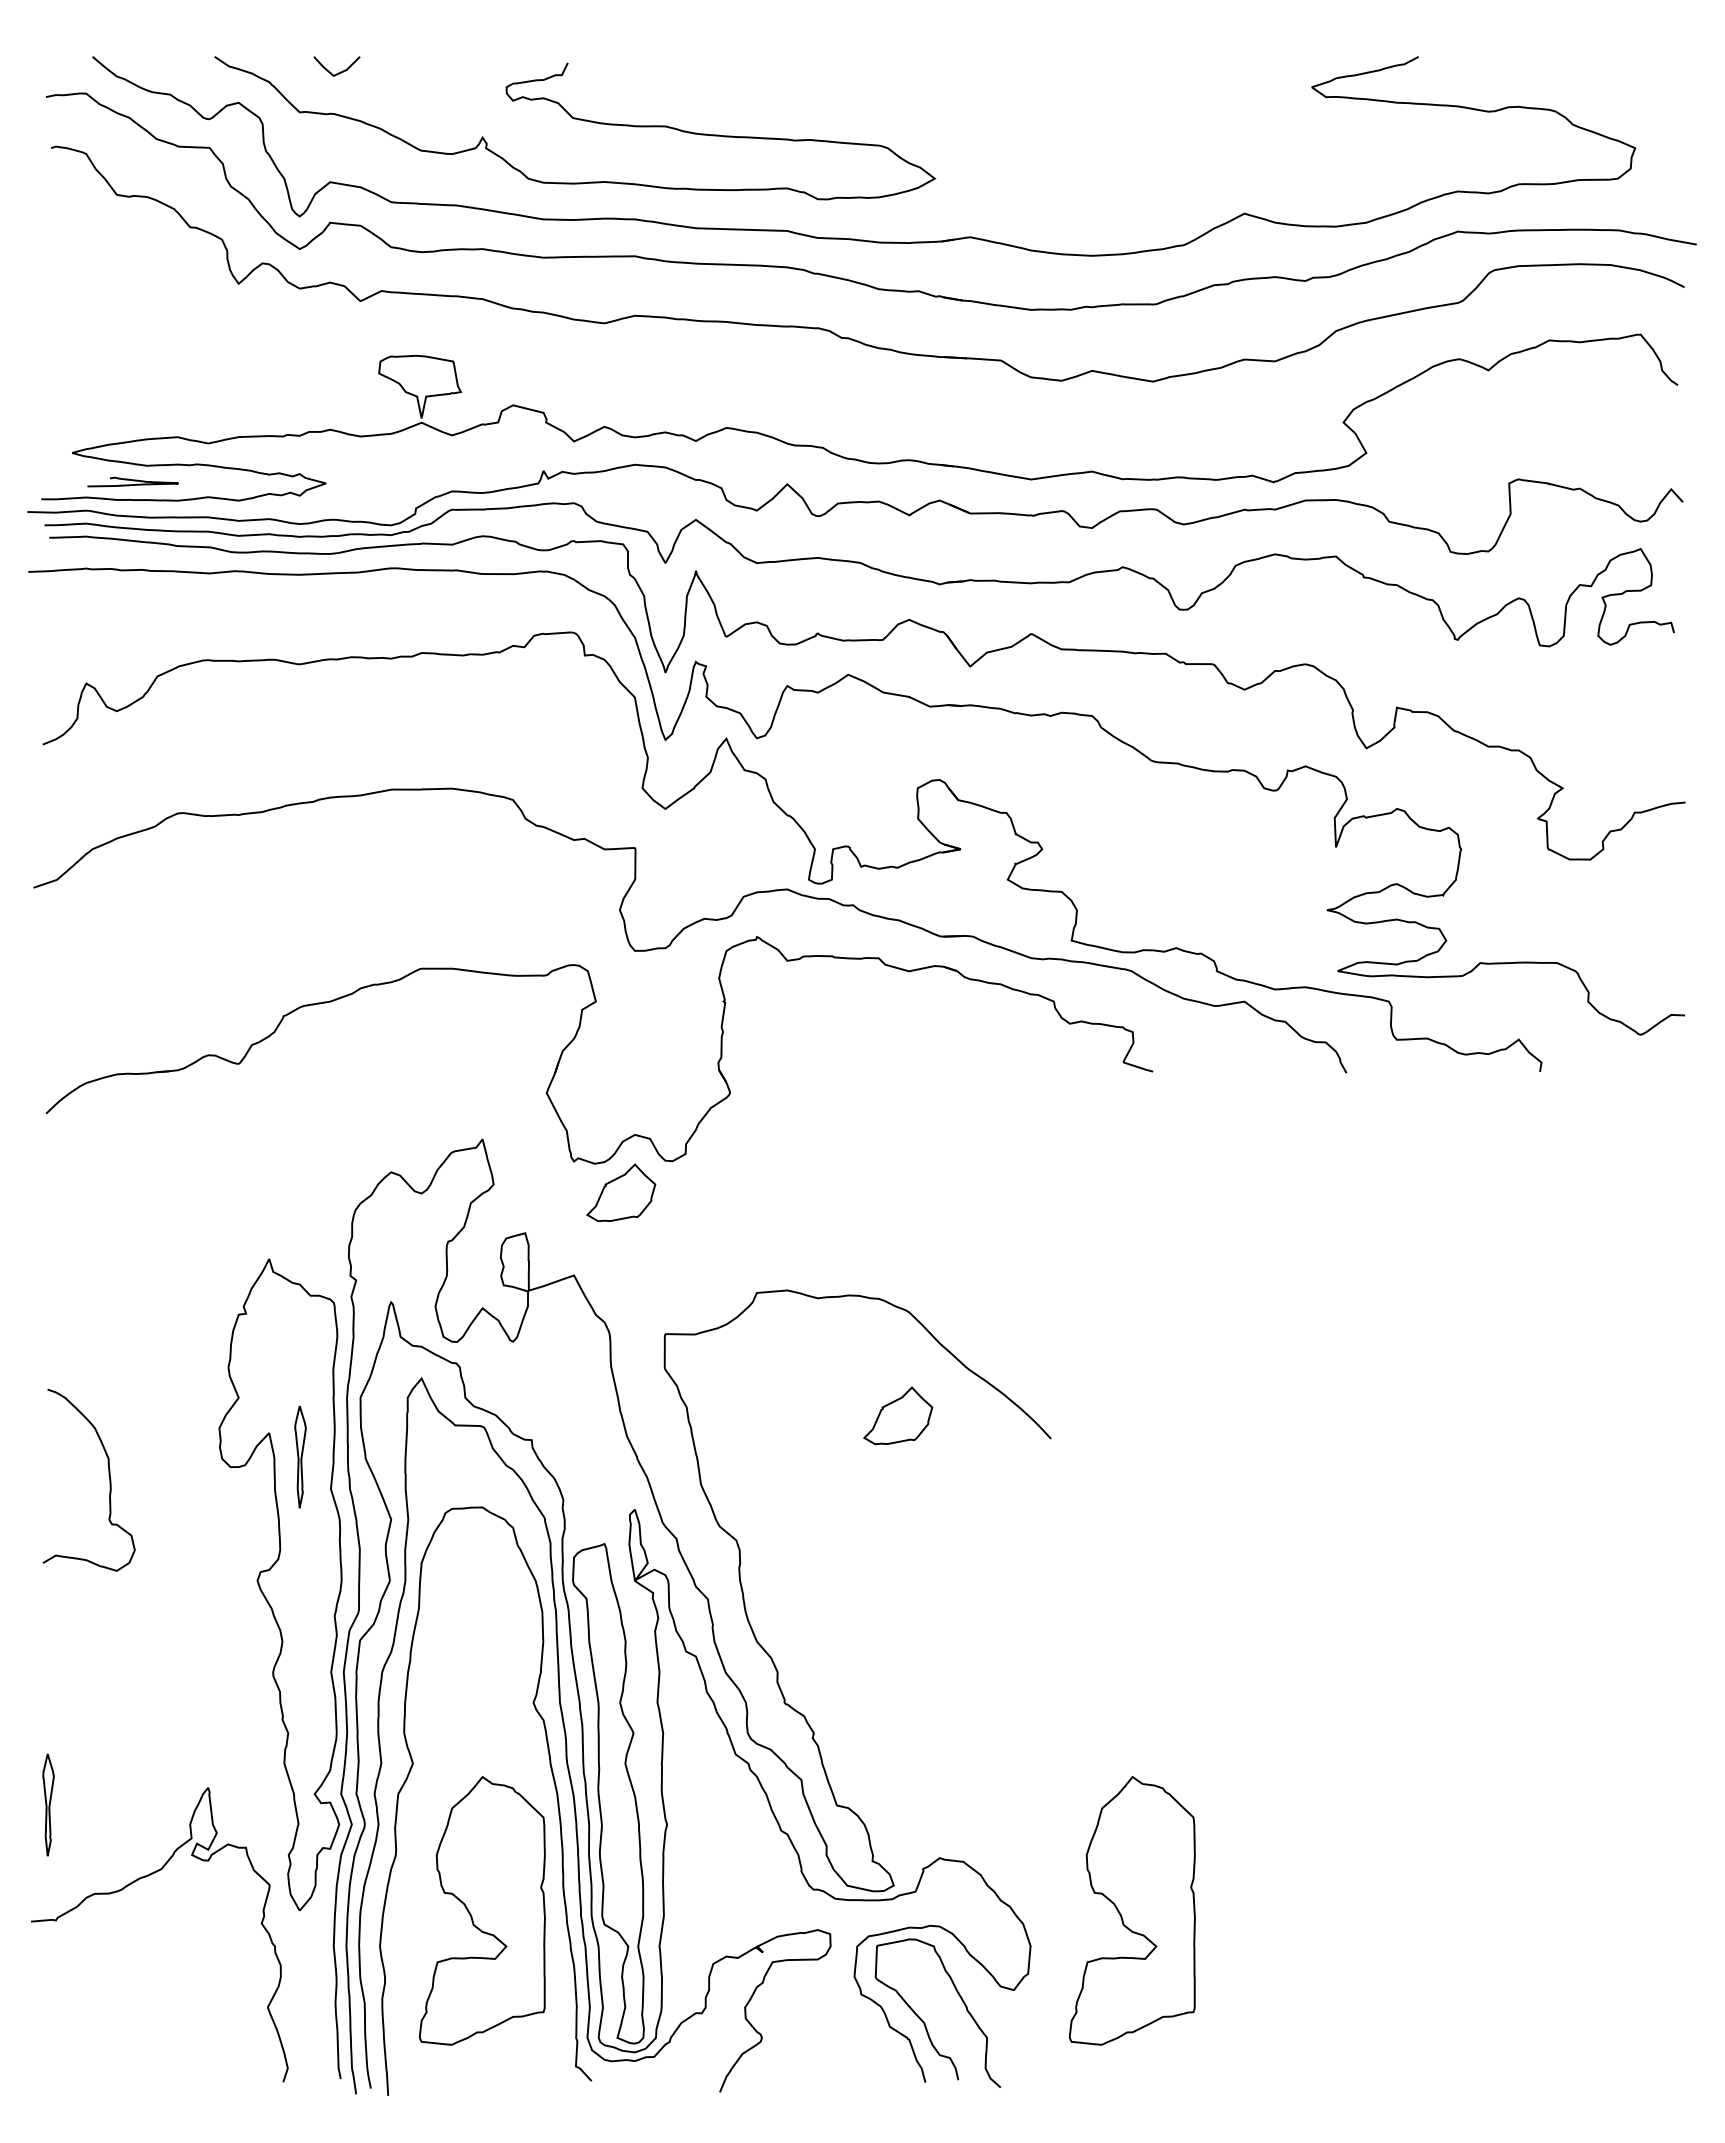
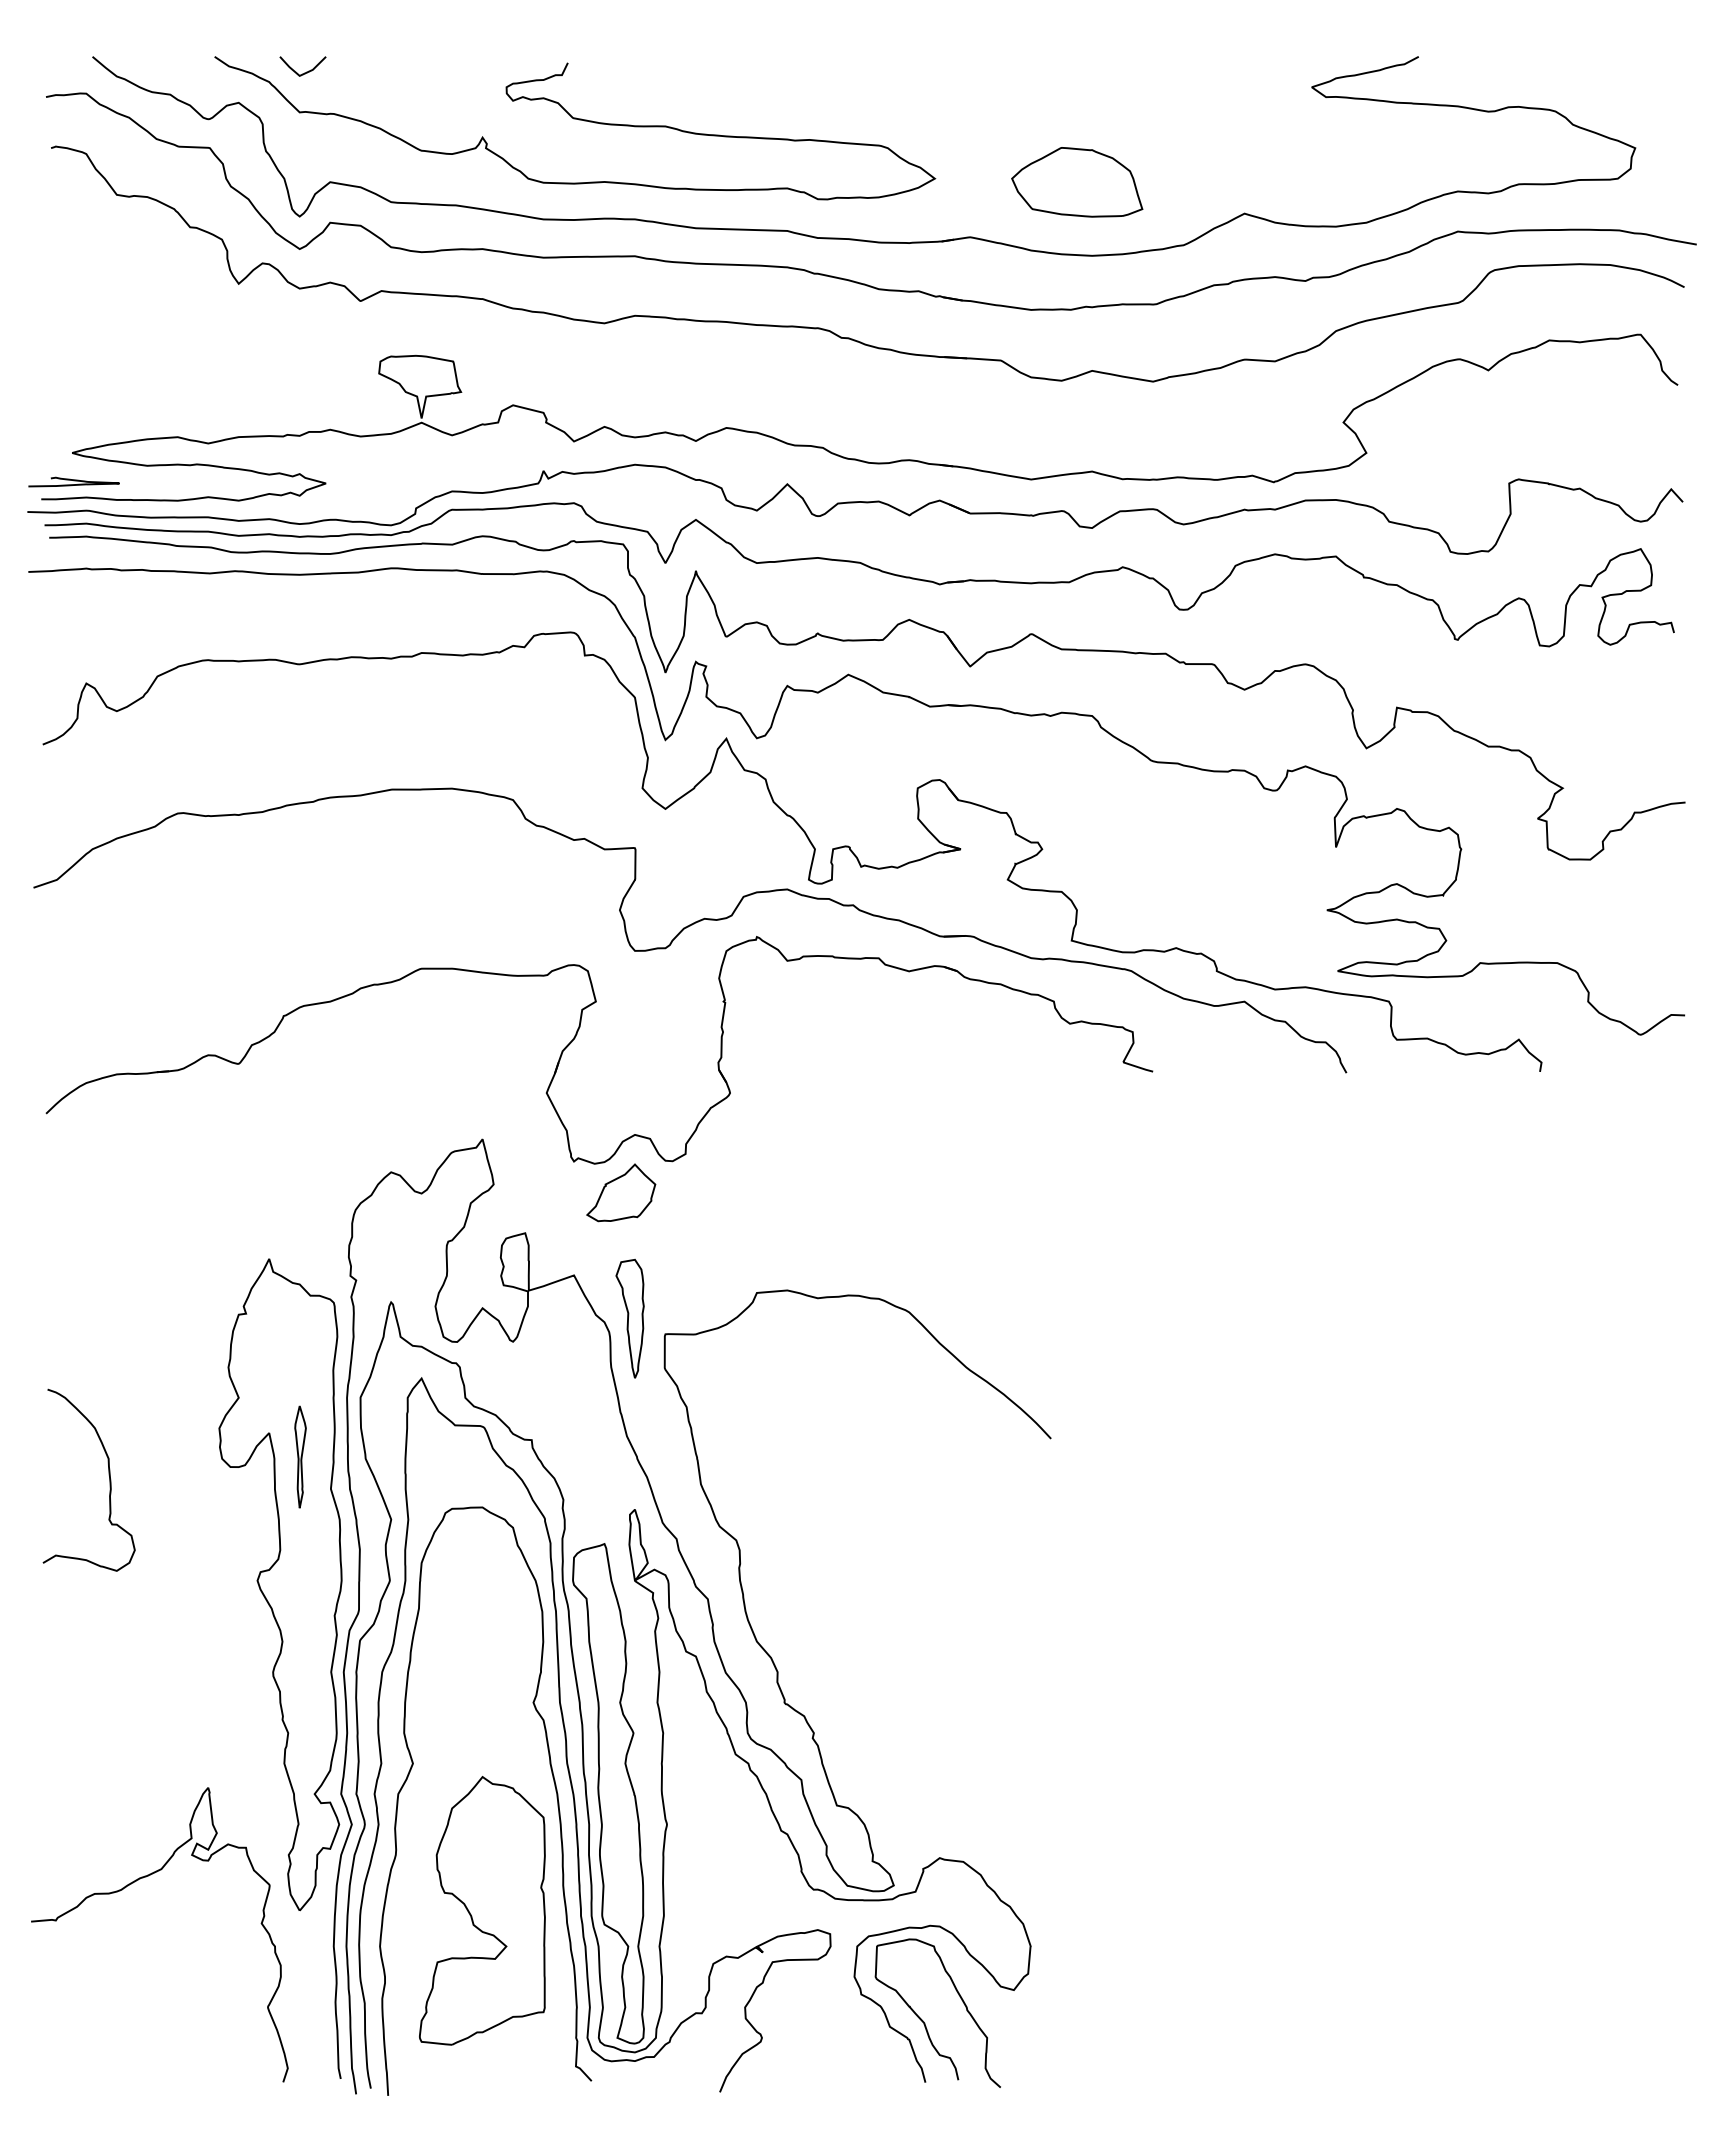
line at (338, 72) position: (338, 72) -> (304, 72)
part at (1077, 182): none -> present
curve at (132, 481) position: (132, 481) -> (73, 481)
part at (629, 1318): none -> present
part at (898, 1415): present -> none
part at (48, 1804): present -> none
part at (1132, 1910): present -> none
